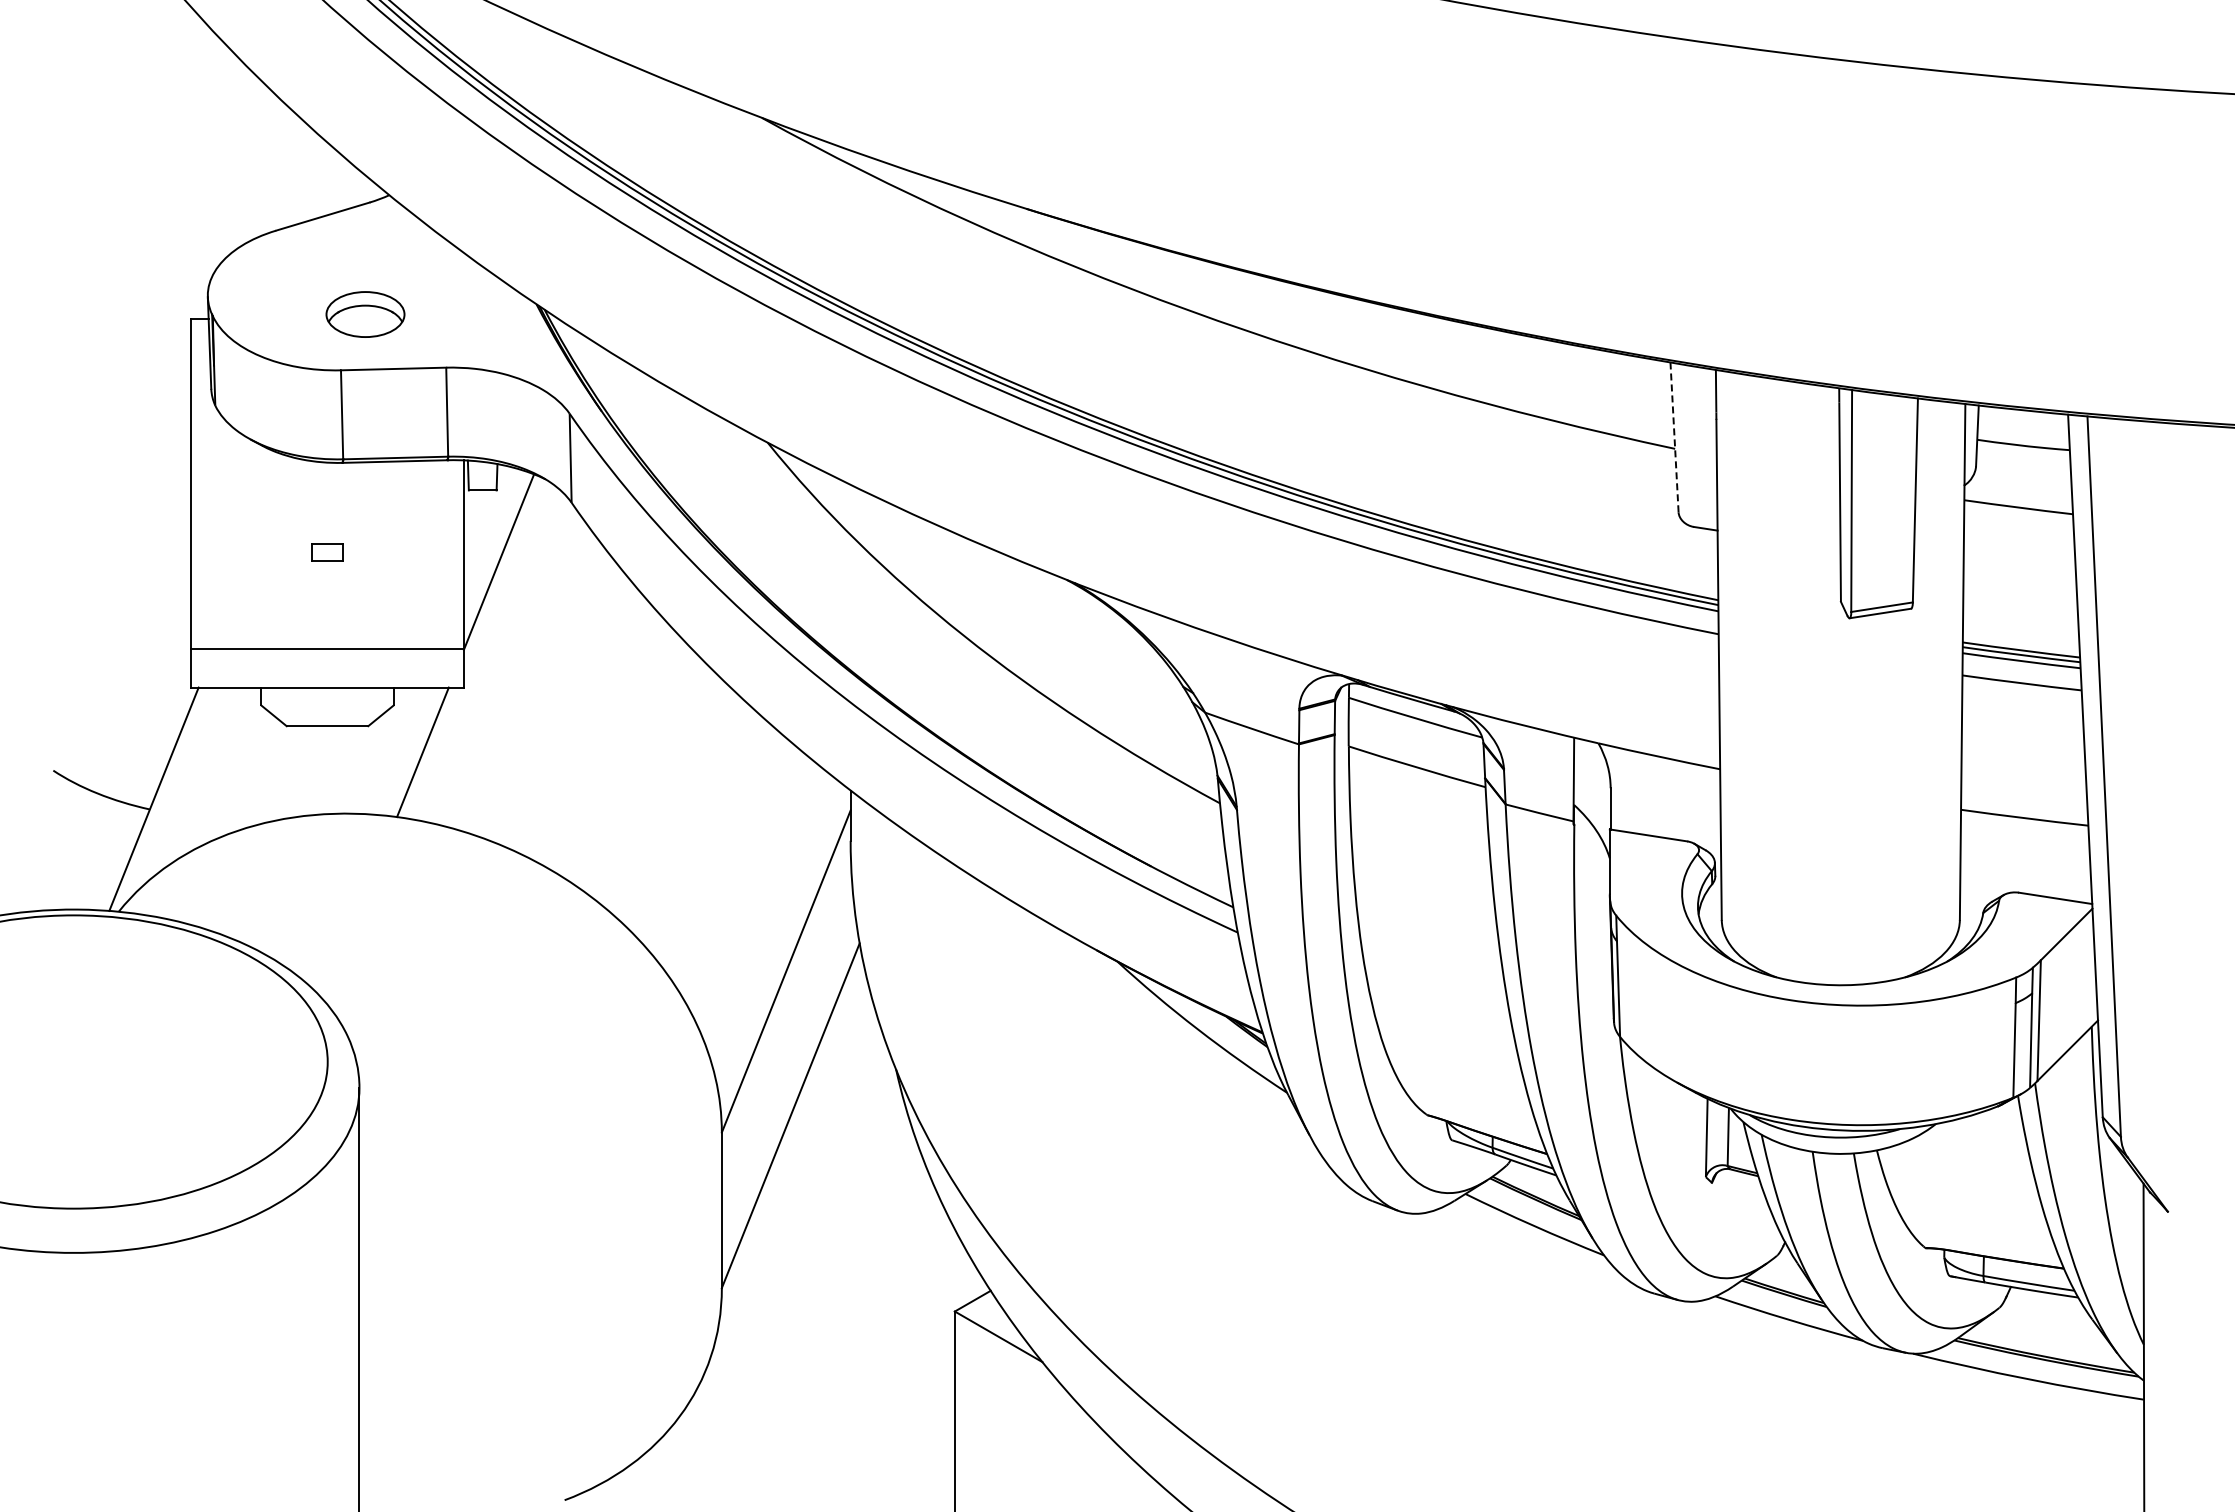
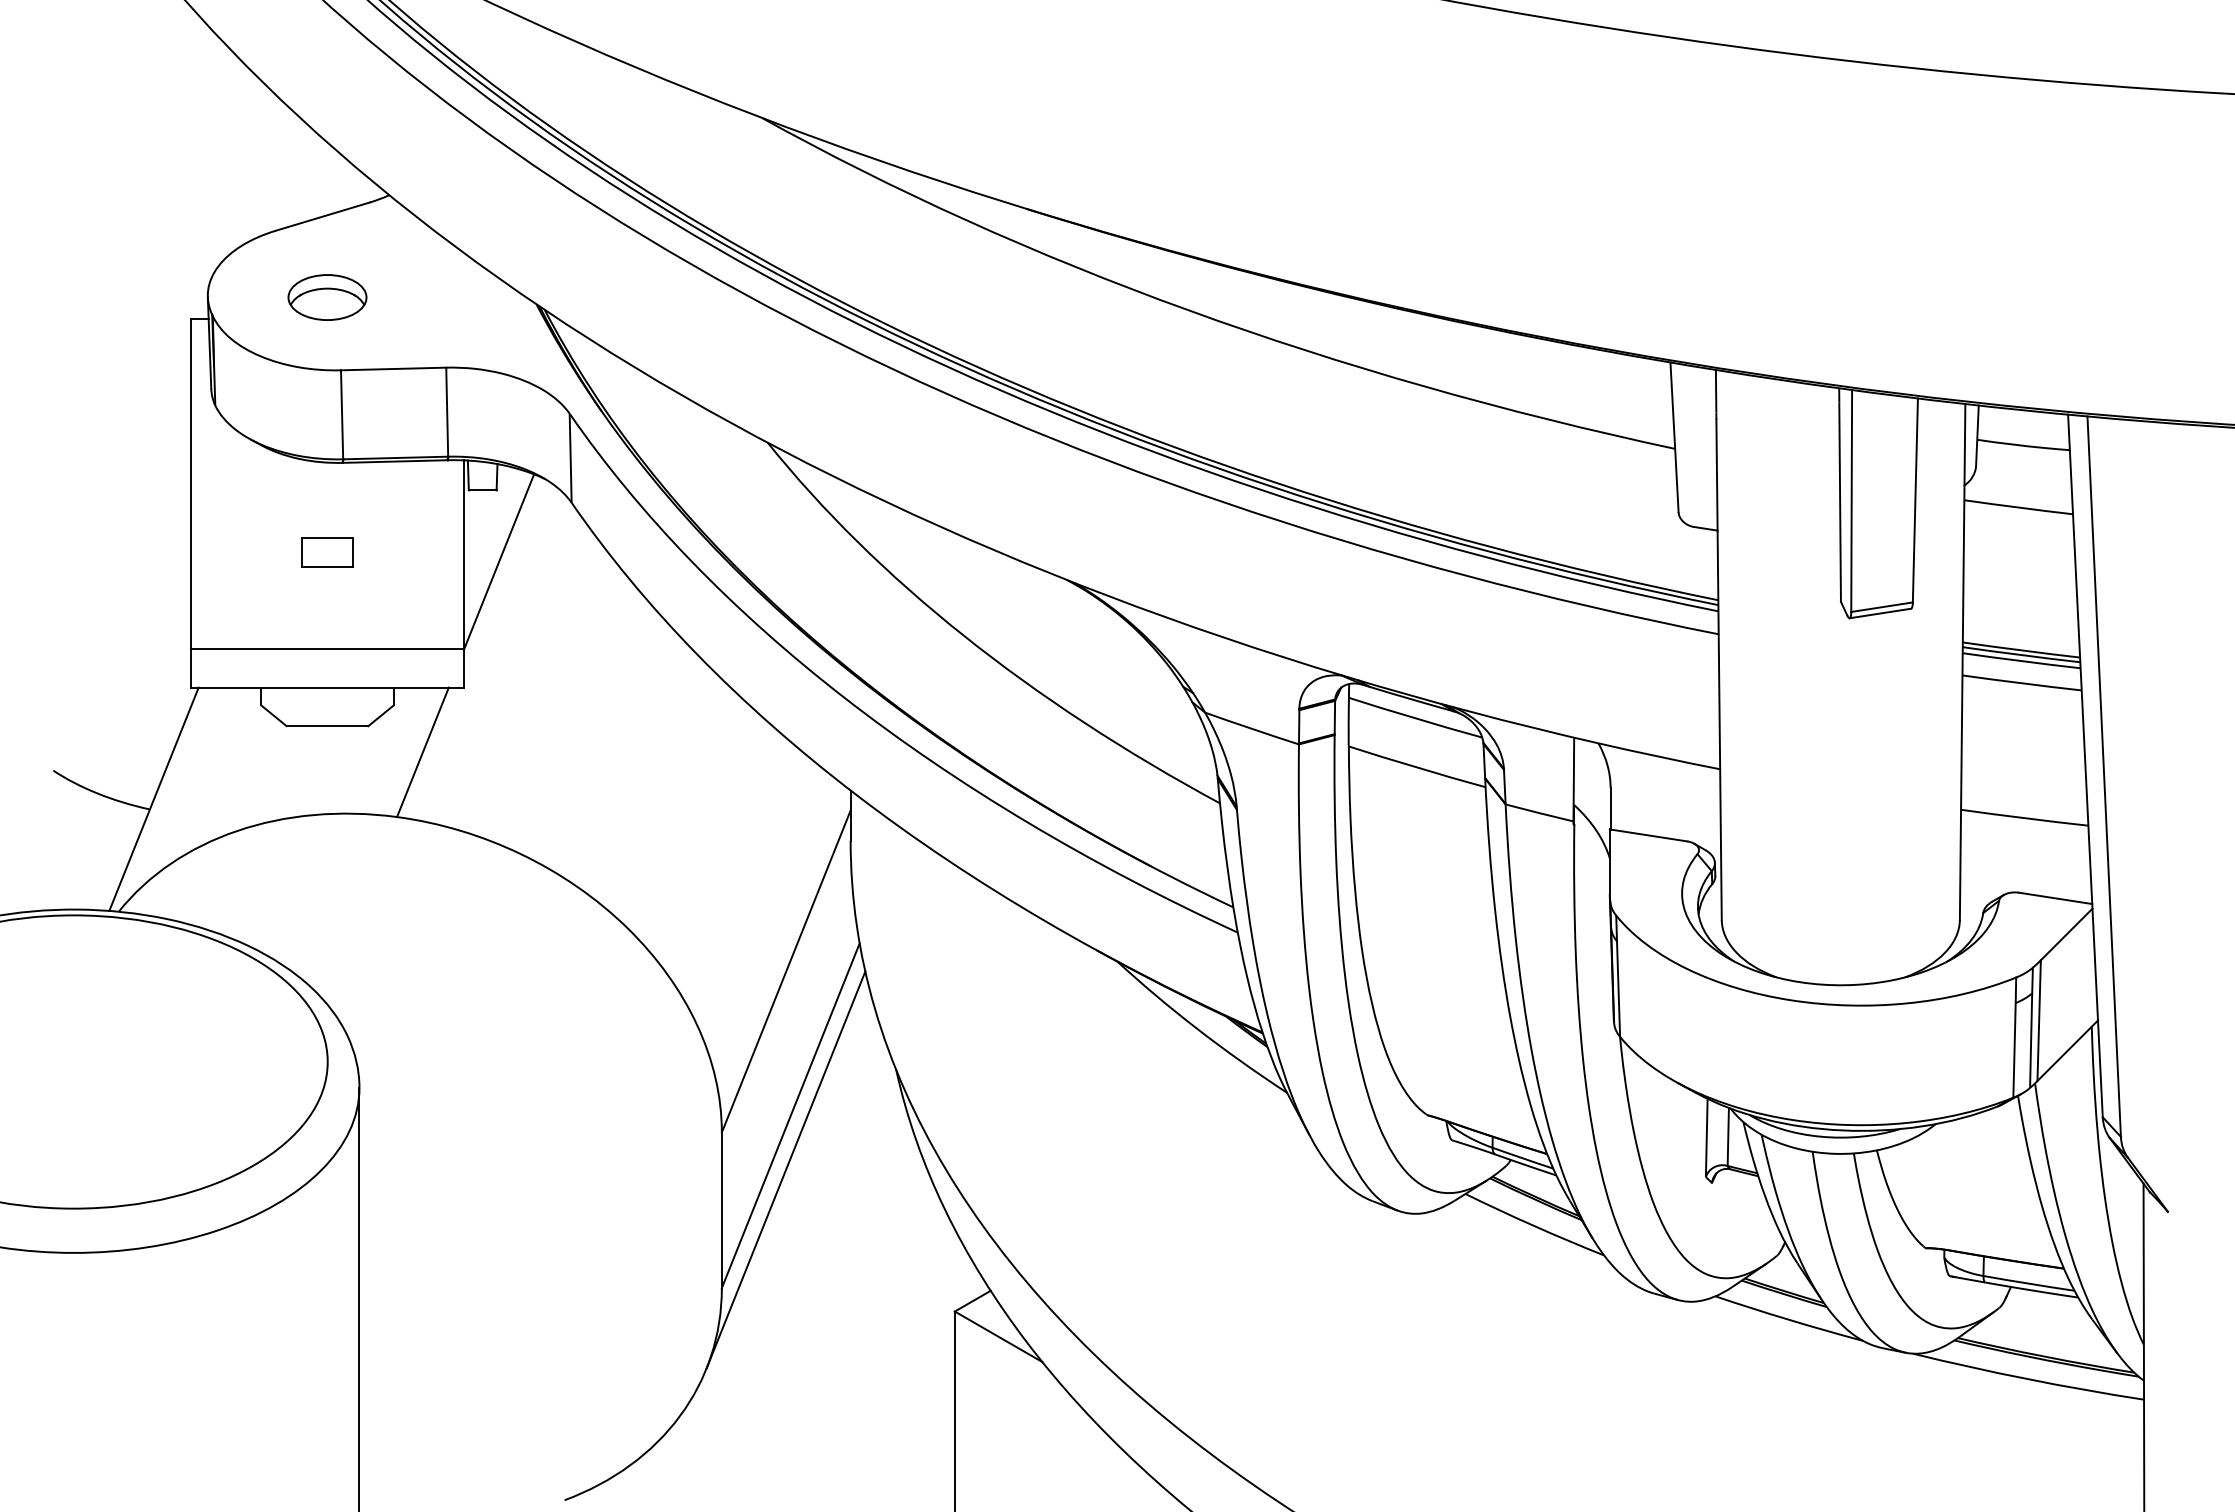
part at (365, 314) position: (365, 314) -> (327, 297)
line at (1674, 437): dashed -> solid
part at (327, 552) size: 33x19 px -> 53x31 px
line at (785, 1169): none -> present
